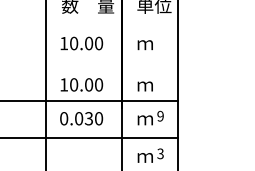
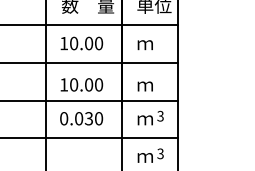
line at (90, 25): none -> present
line at (90, 62): none -> present
text at (160, 116): 9 -> 3
